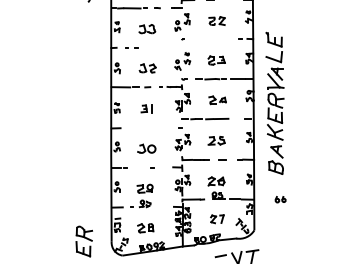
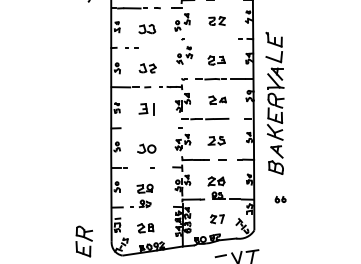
part at (182, 61) position: (182, 61) -> (184, 55)
part at (146, 108) size: 13x10 px -> 17x13 px
